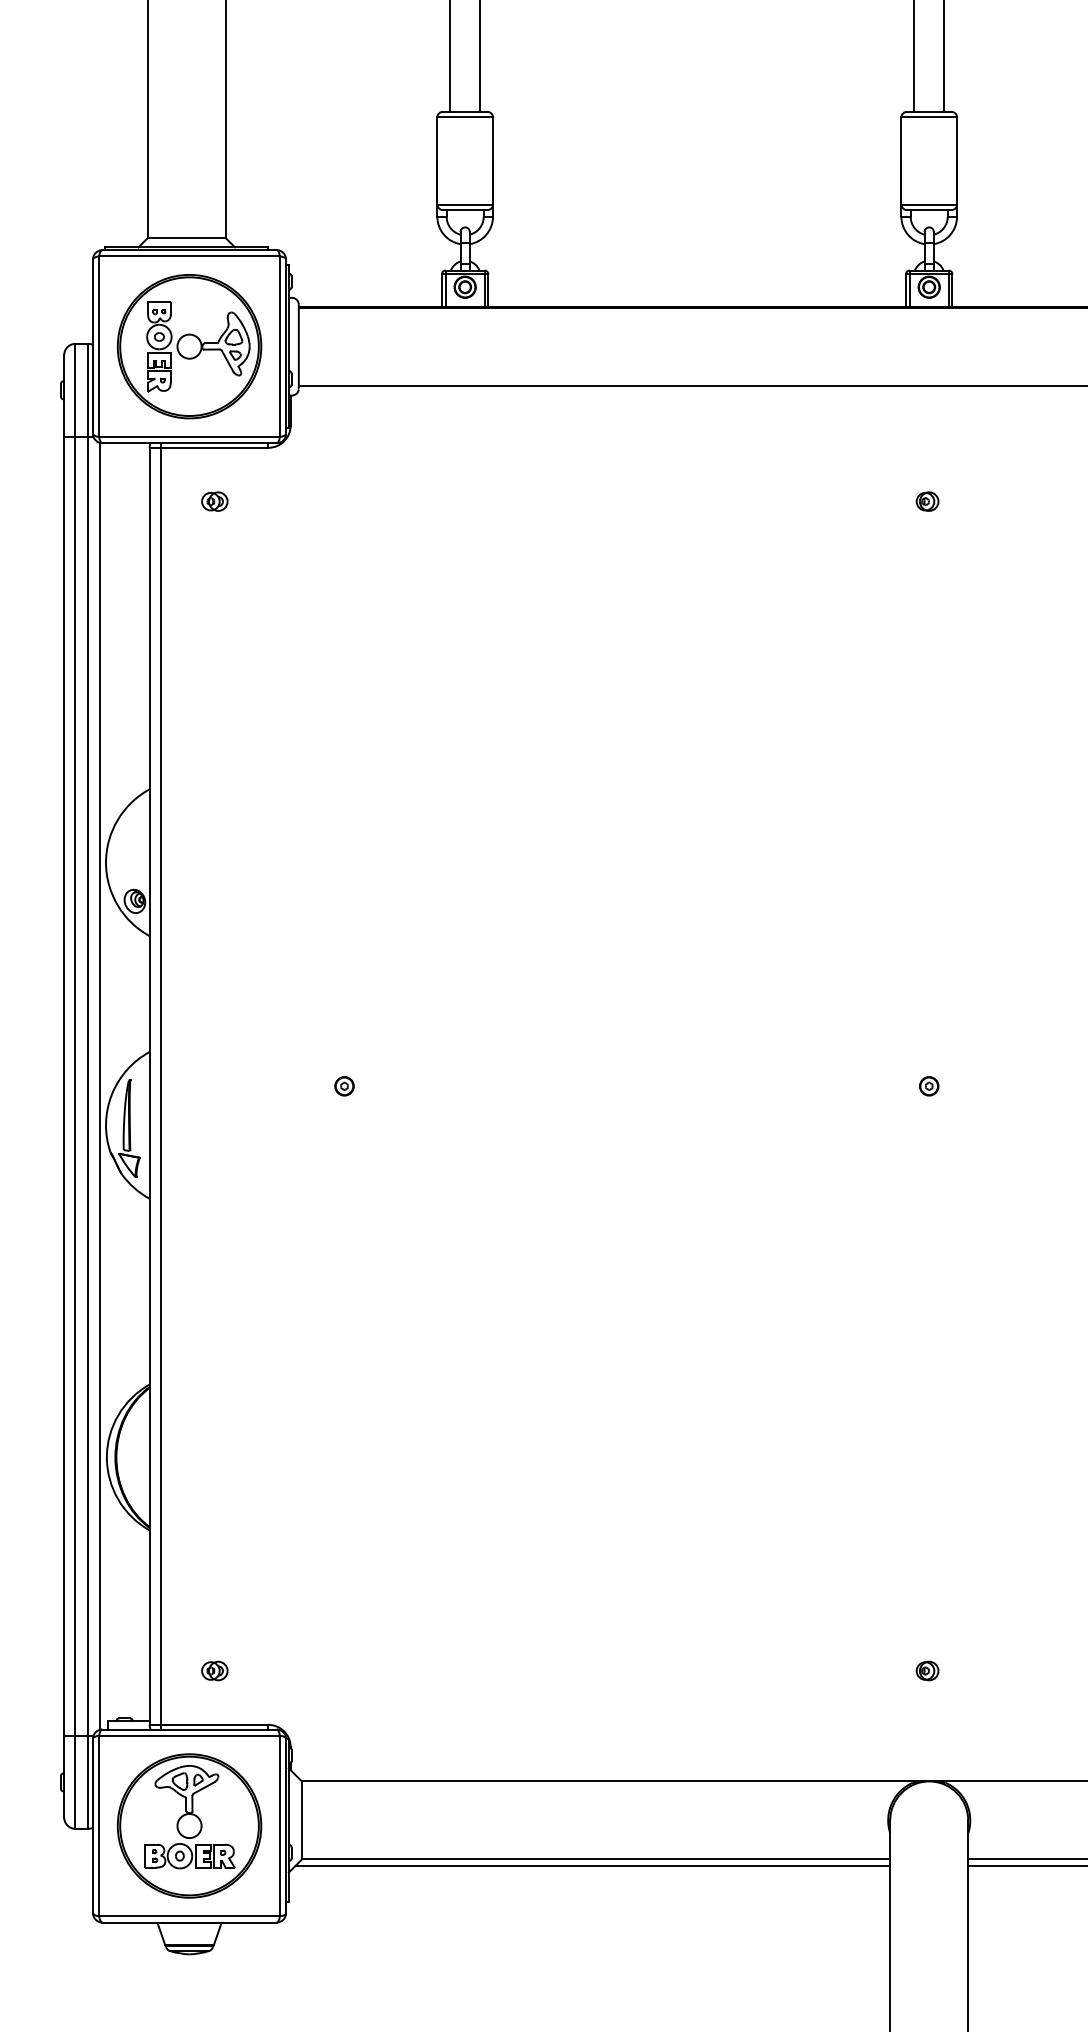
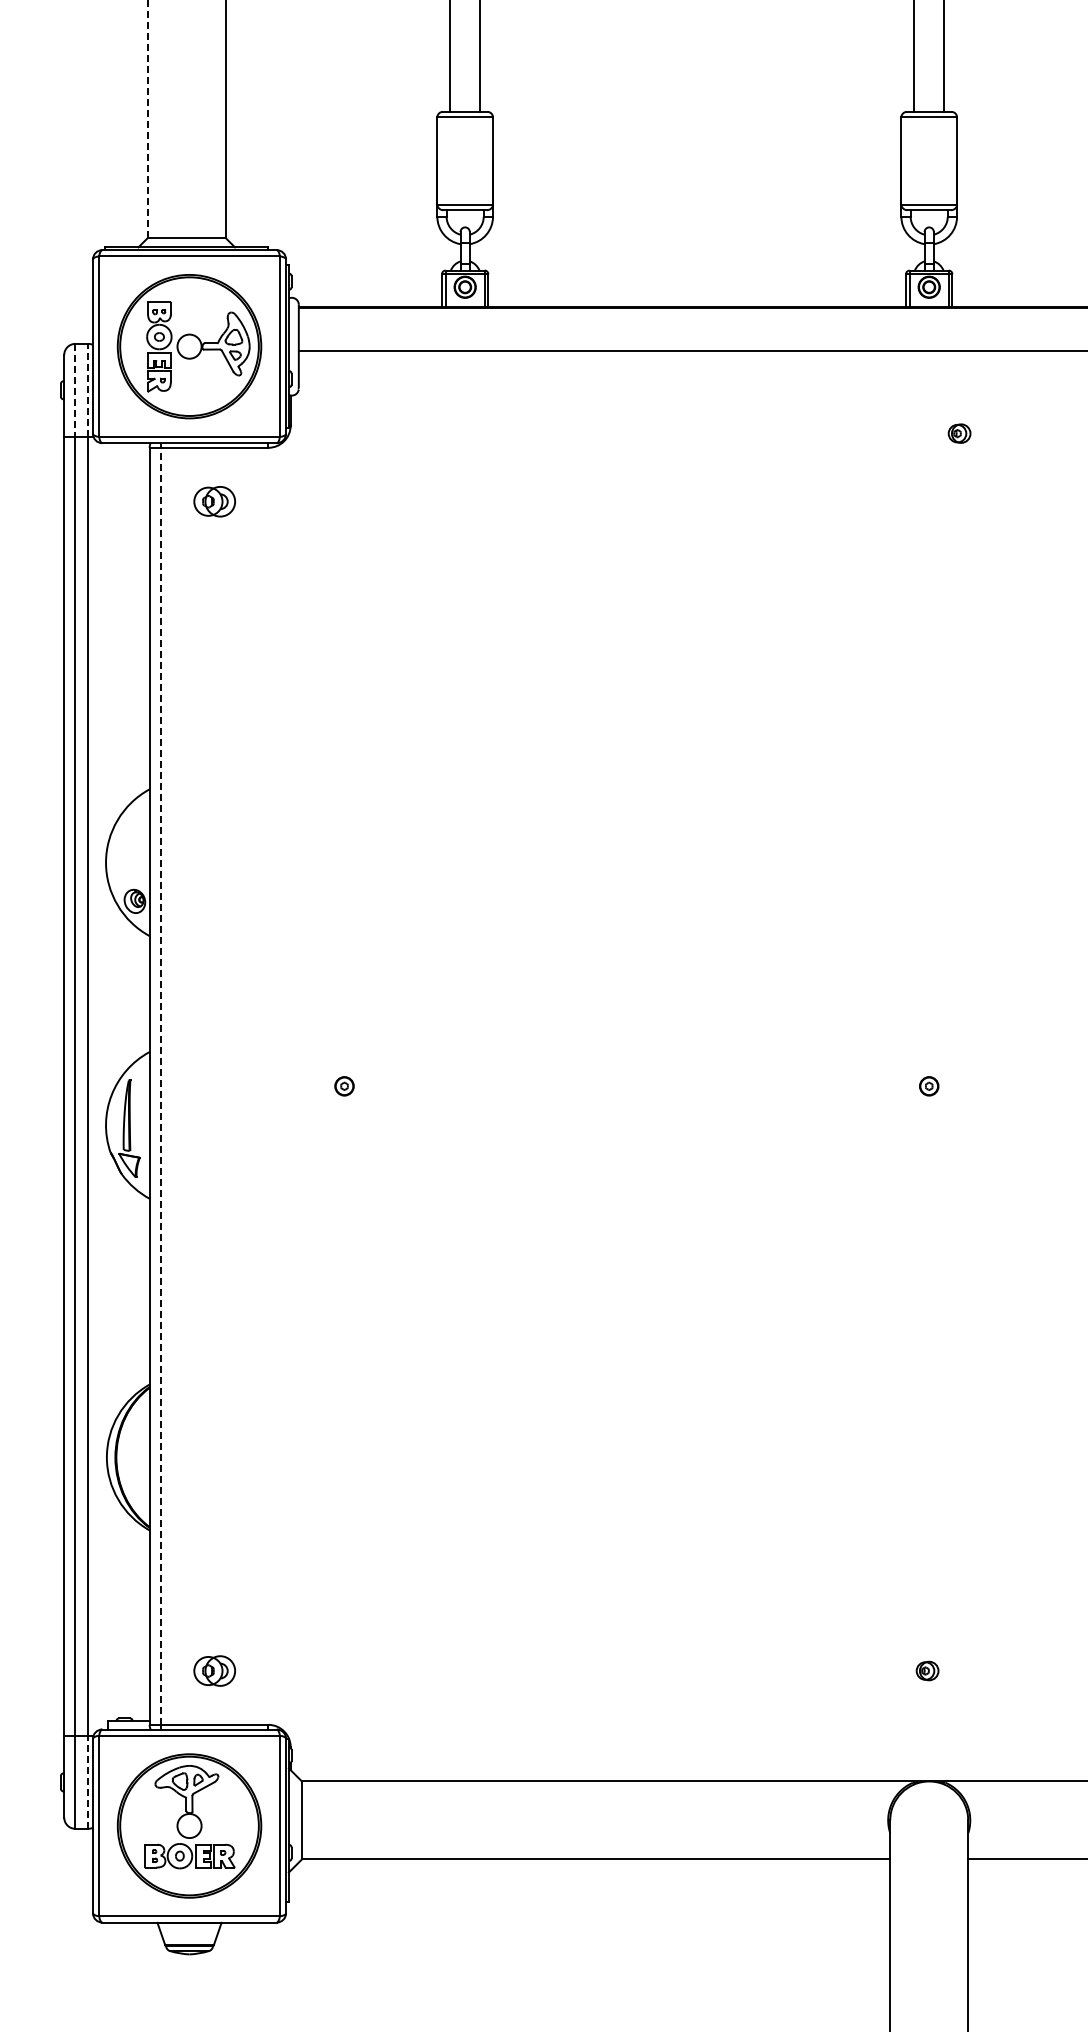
line at (147, 119): solid -> dashed
line at (691, 385) position: (691, 385) -> (691, 350)
line at (88, 389): solid -> dashed
line at (75, 390): solid -> dashed
part at (214, 501) size: 28x21 px -> 43x32 px
part at (927, 501) position: (927, 501) -> (959, 433)
line at (99, 1085): present -> none
line at (160, 1086): solid -> dashed
part at (214, 1670) size: 28x22 px -> 43x32 px
line at (88, 1781): solid -> dashed
line at (592, 1865): present -> none
line at (1026, 1865): present -> none
